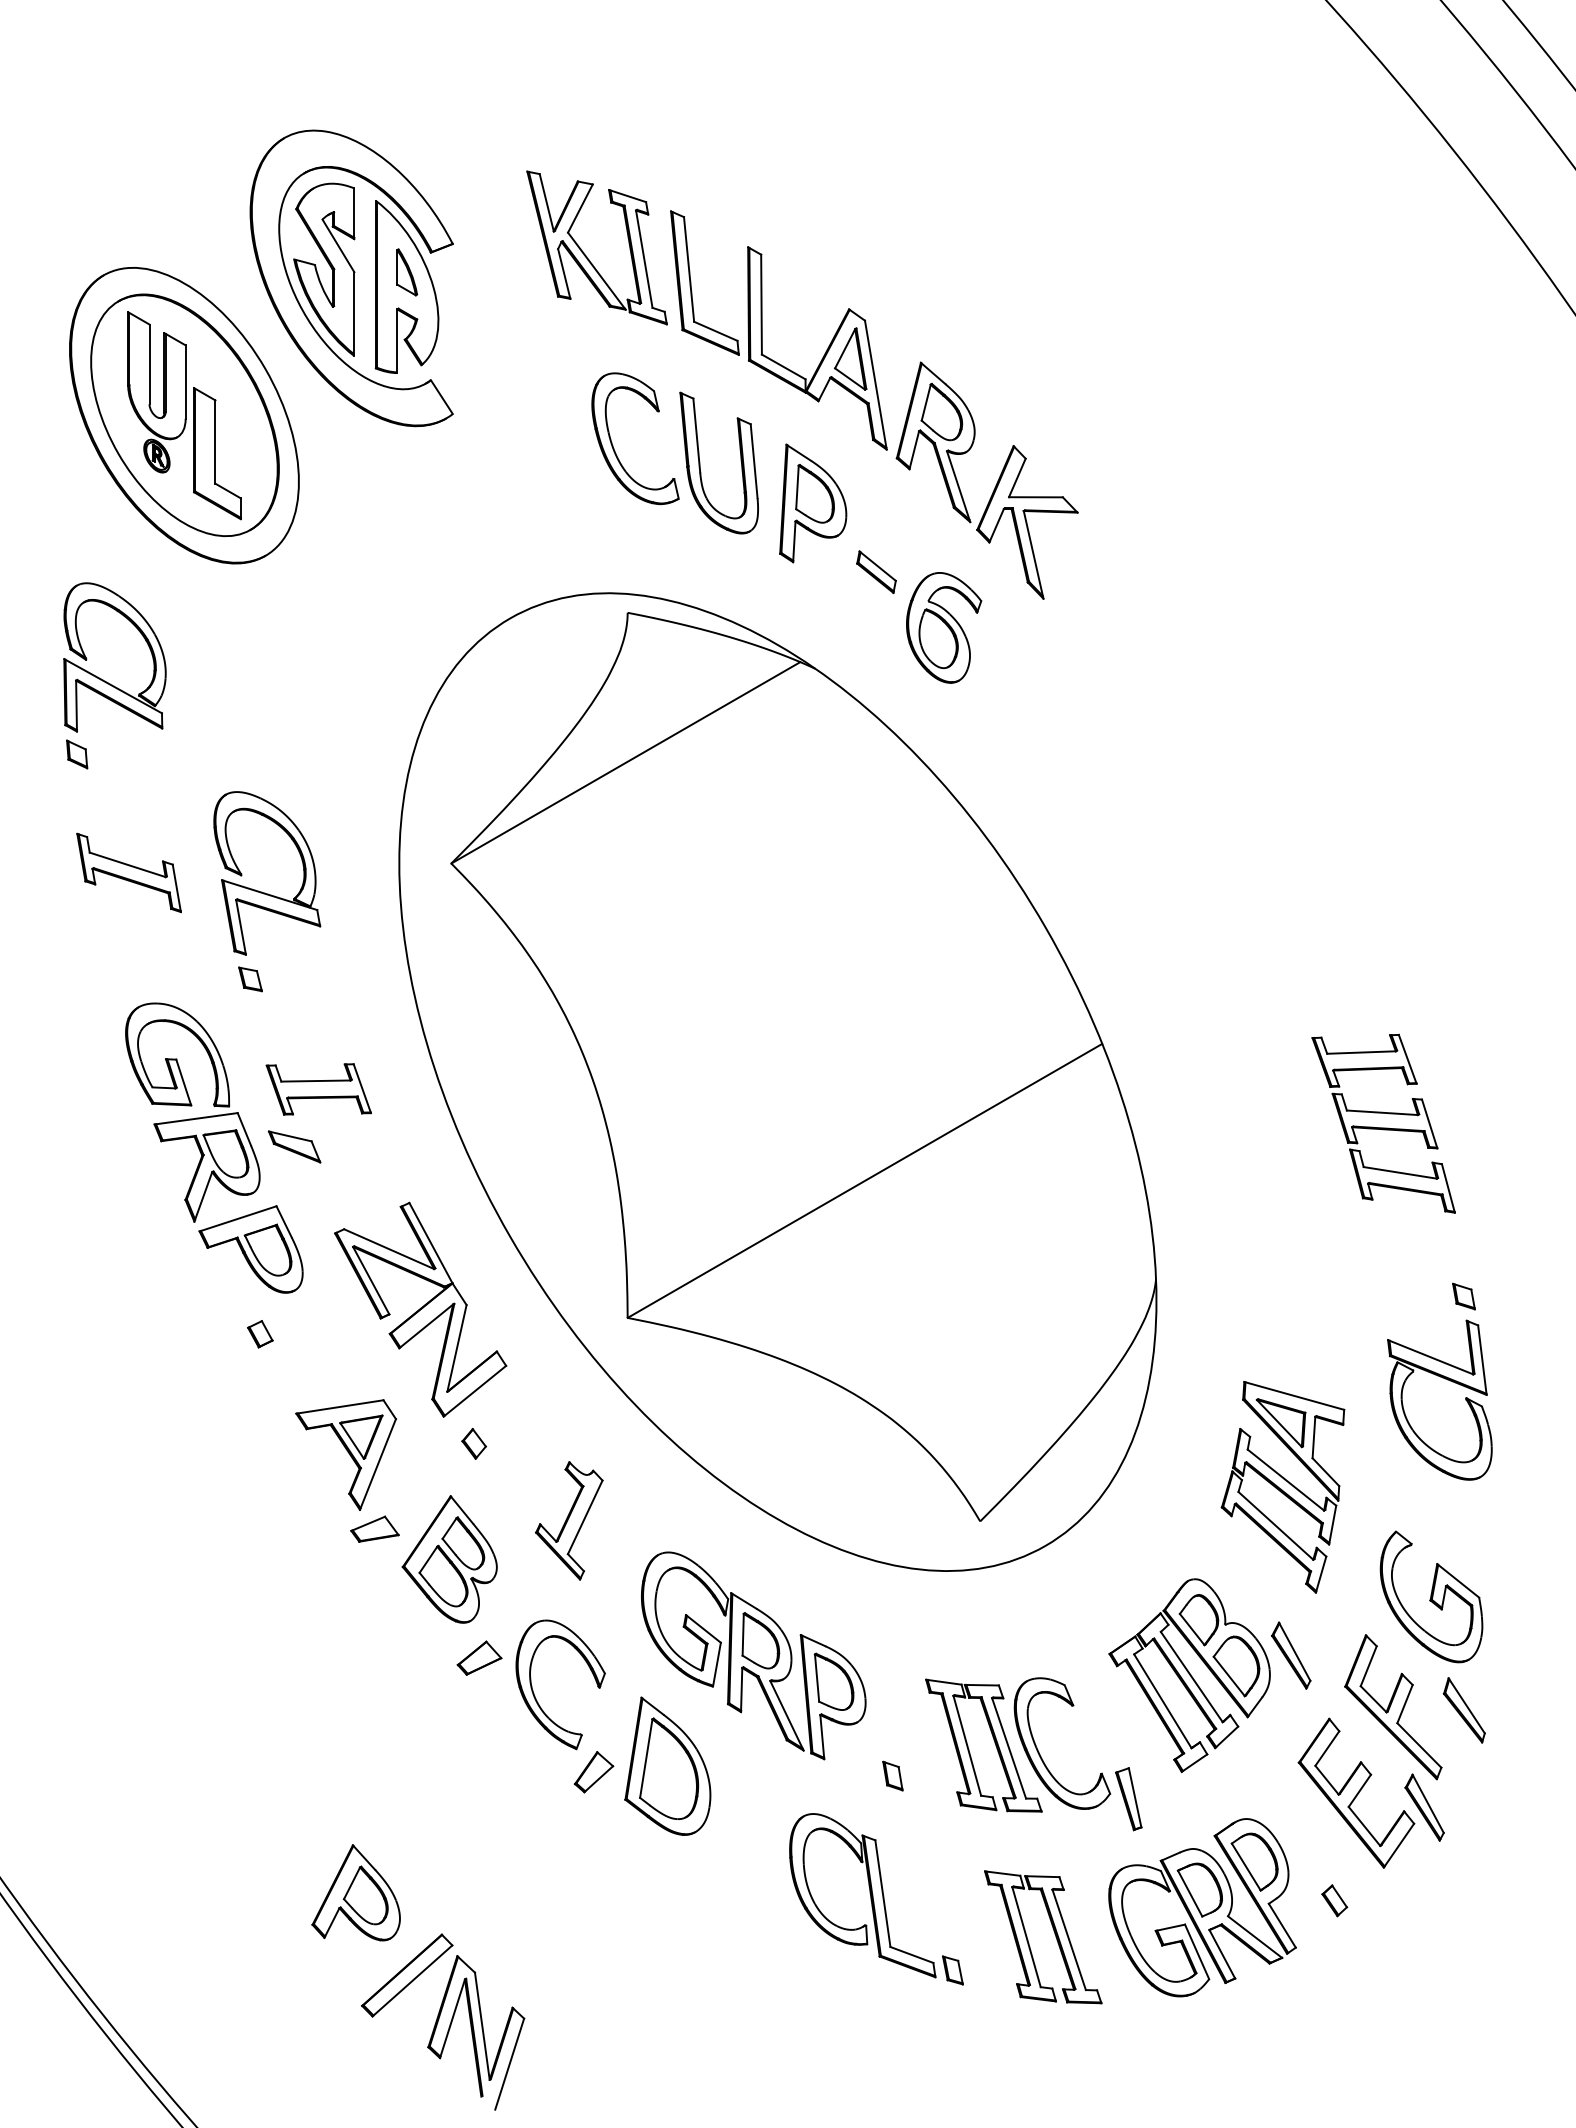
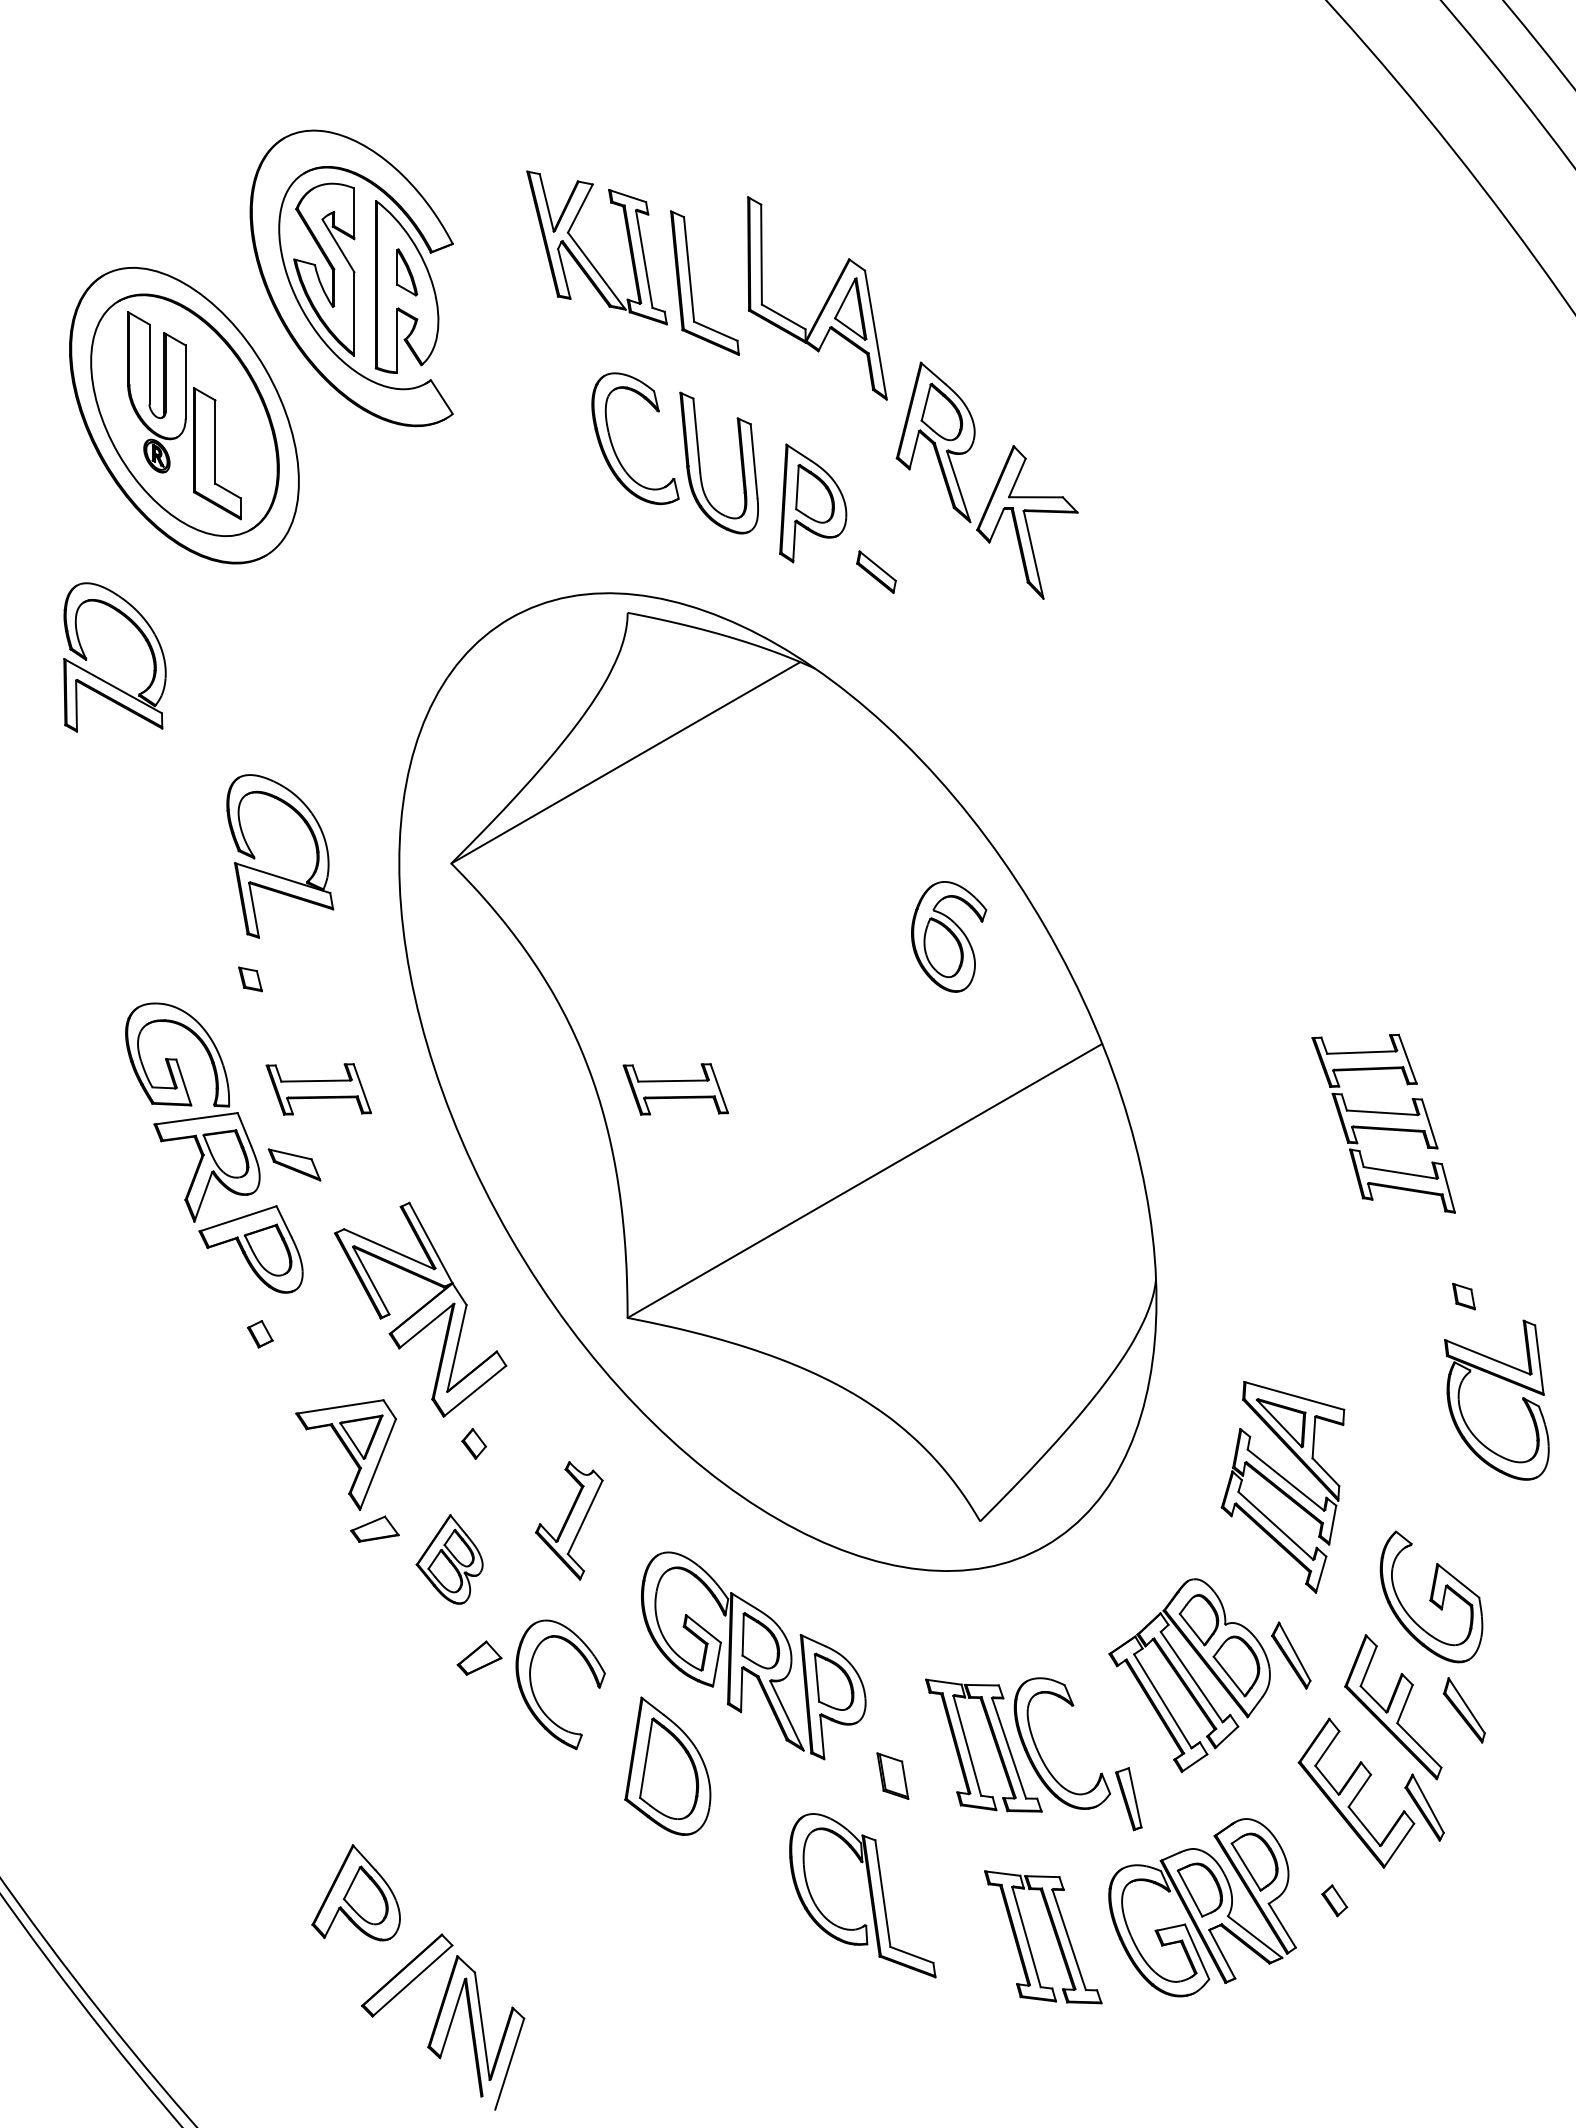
part at (825, 351) position: (825, 351) -> (825, 301)
part at (944, 627) position: (944, 627) -> (949, 936)
part at (77, 754): present -> none
part at (128, 872): present -> none
part at (261, 891) position: (261, 891) -> (274, 874)
part at (675, 1089): none -> present
part at (294, 1146) position: (294, 1146) -> (294, 1164)
part at (1447, 1380) position: (1447, 1380) -> (1504, 1380)
part at (449, 1559) size: 97x129 px -> 69x91 px
part at (593, 1772): present -> none
part at (892, 1775) size: 22x32 px -> 34x48 px
part at (952, 1970): present -> none
